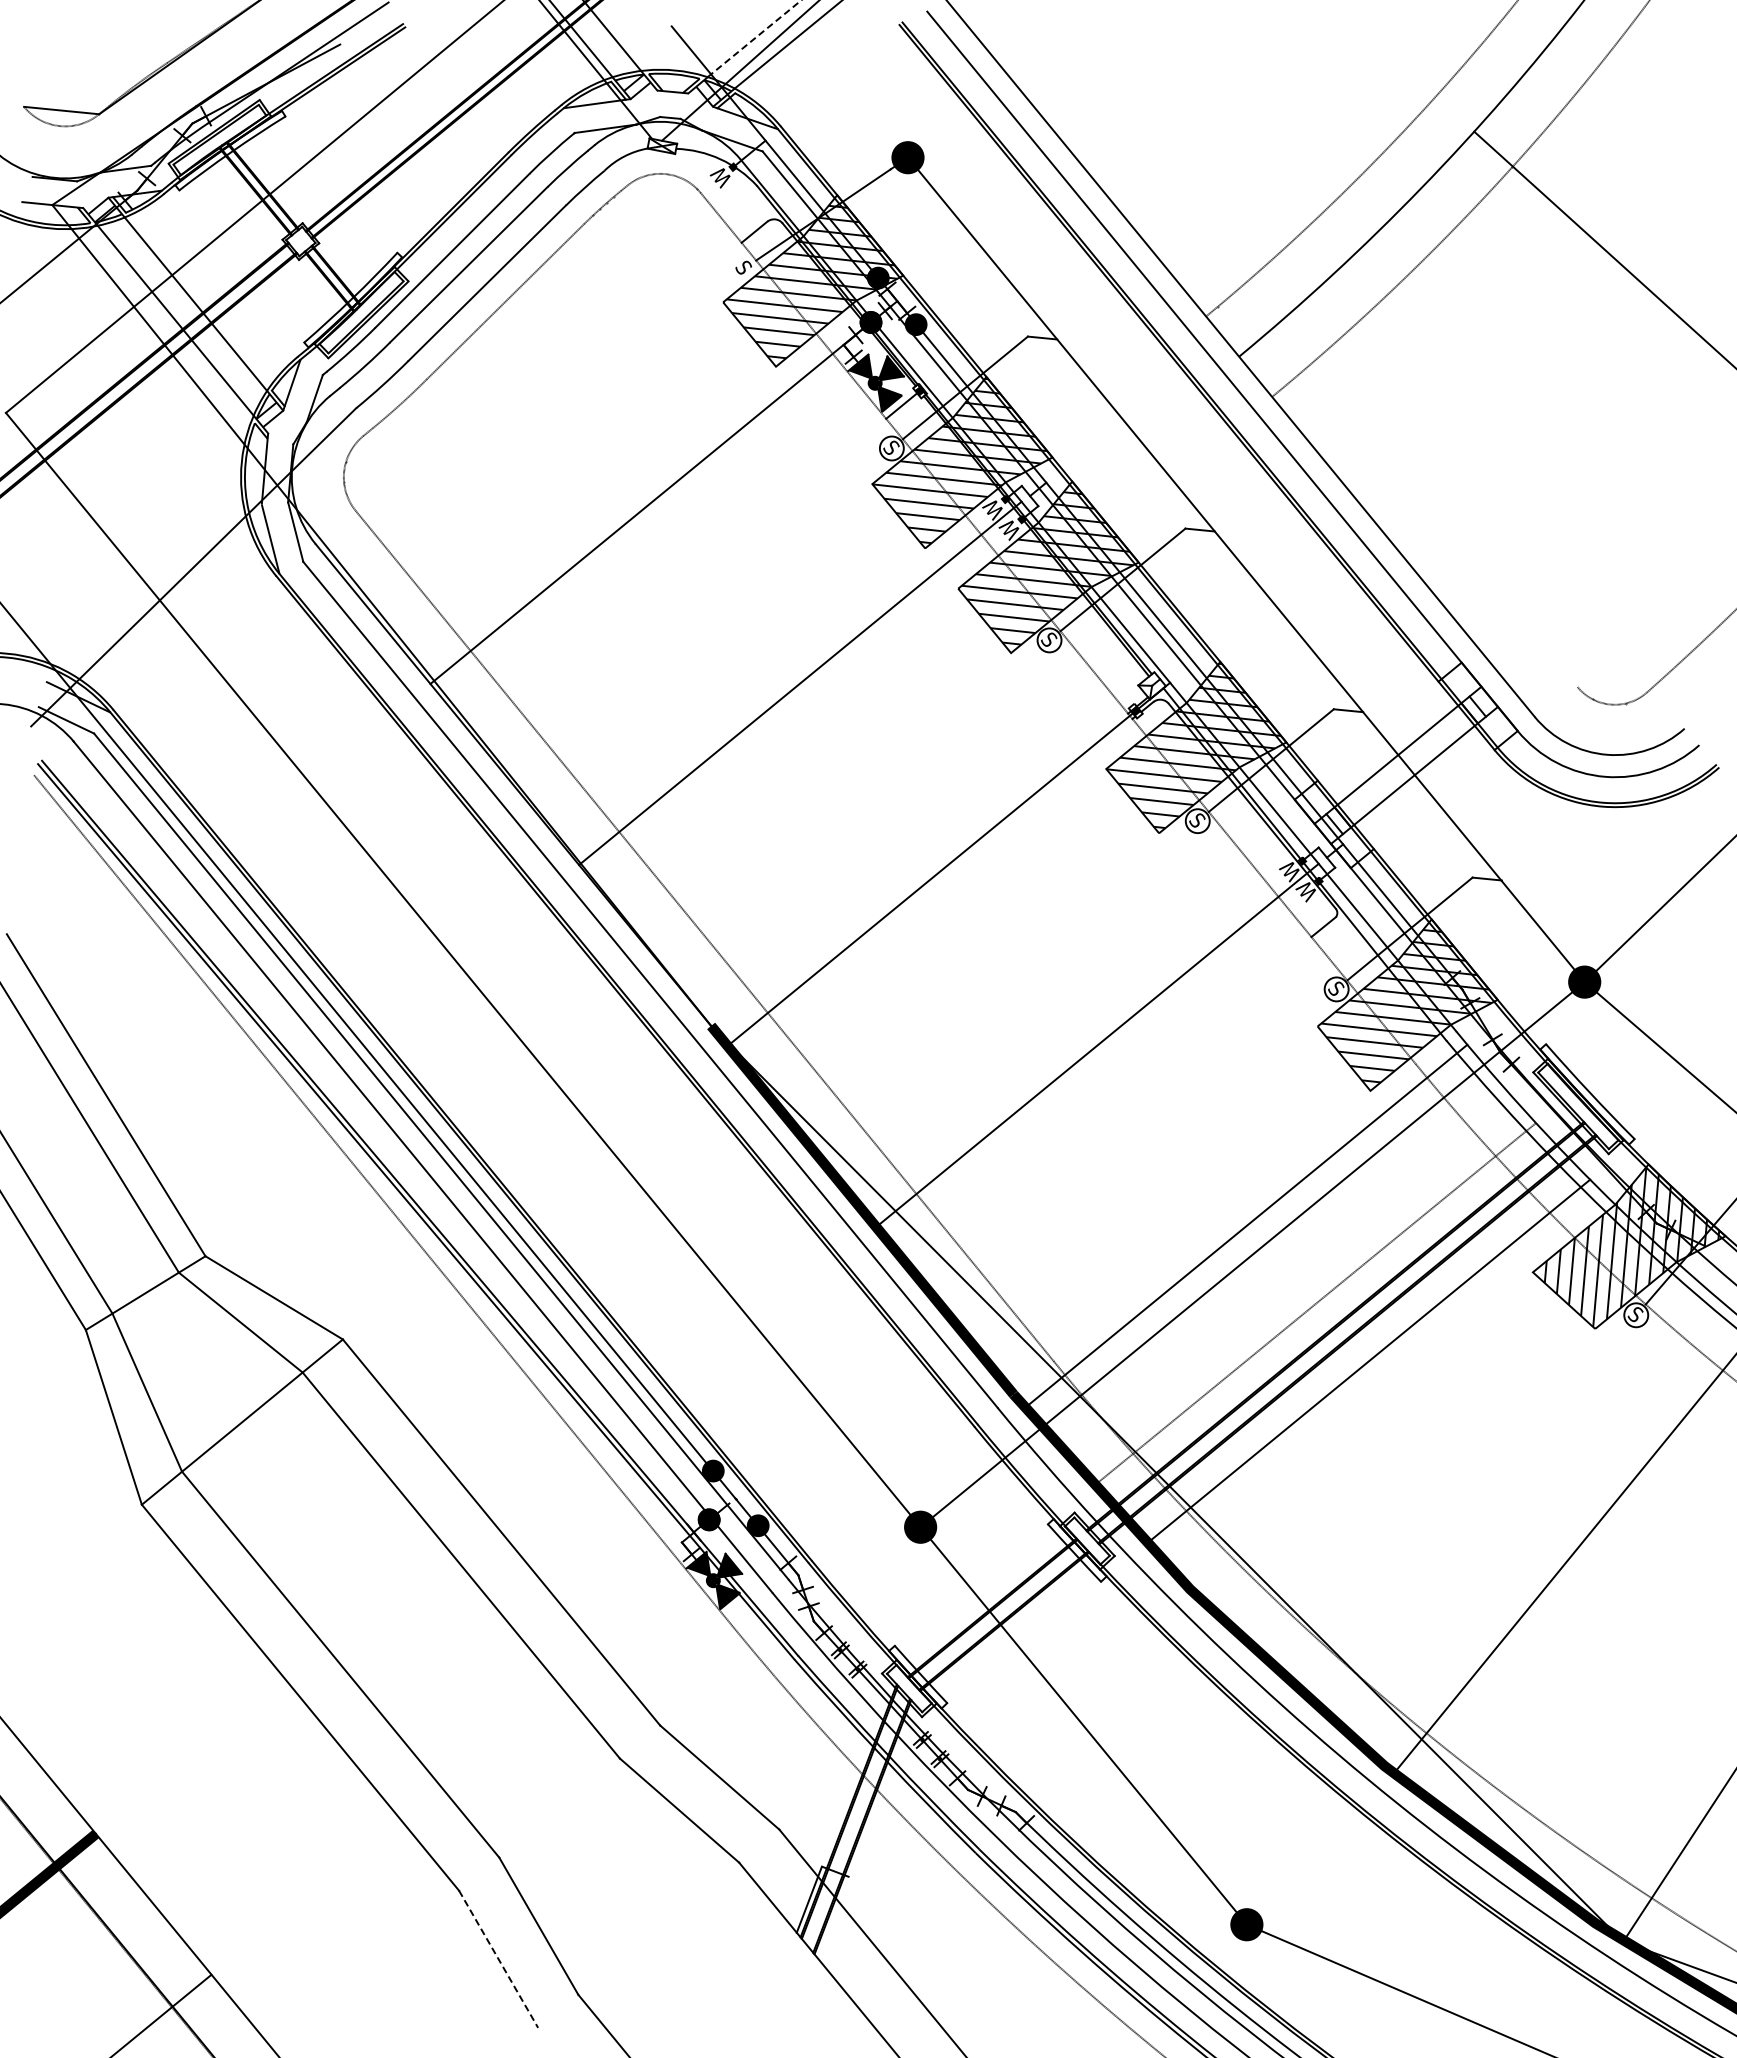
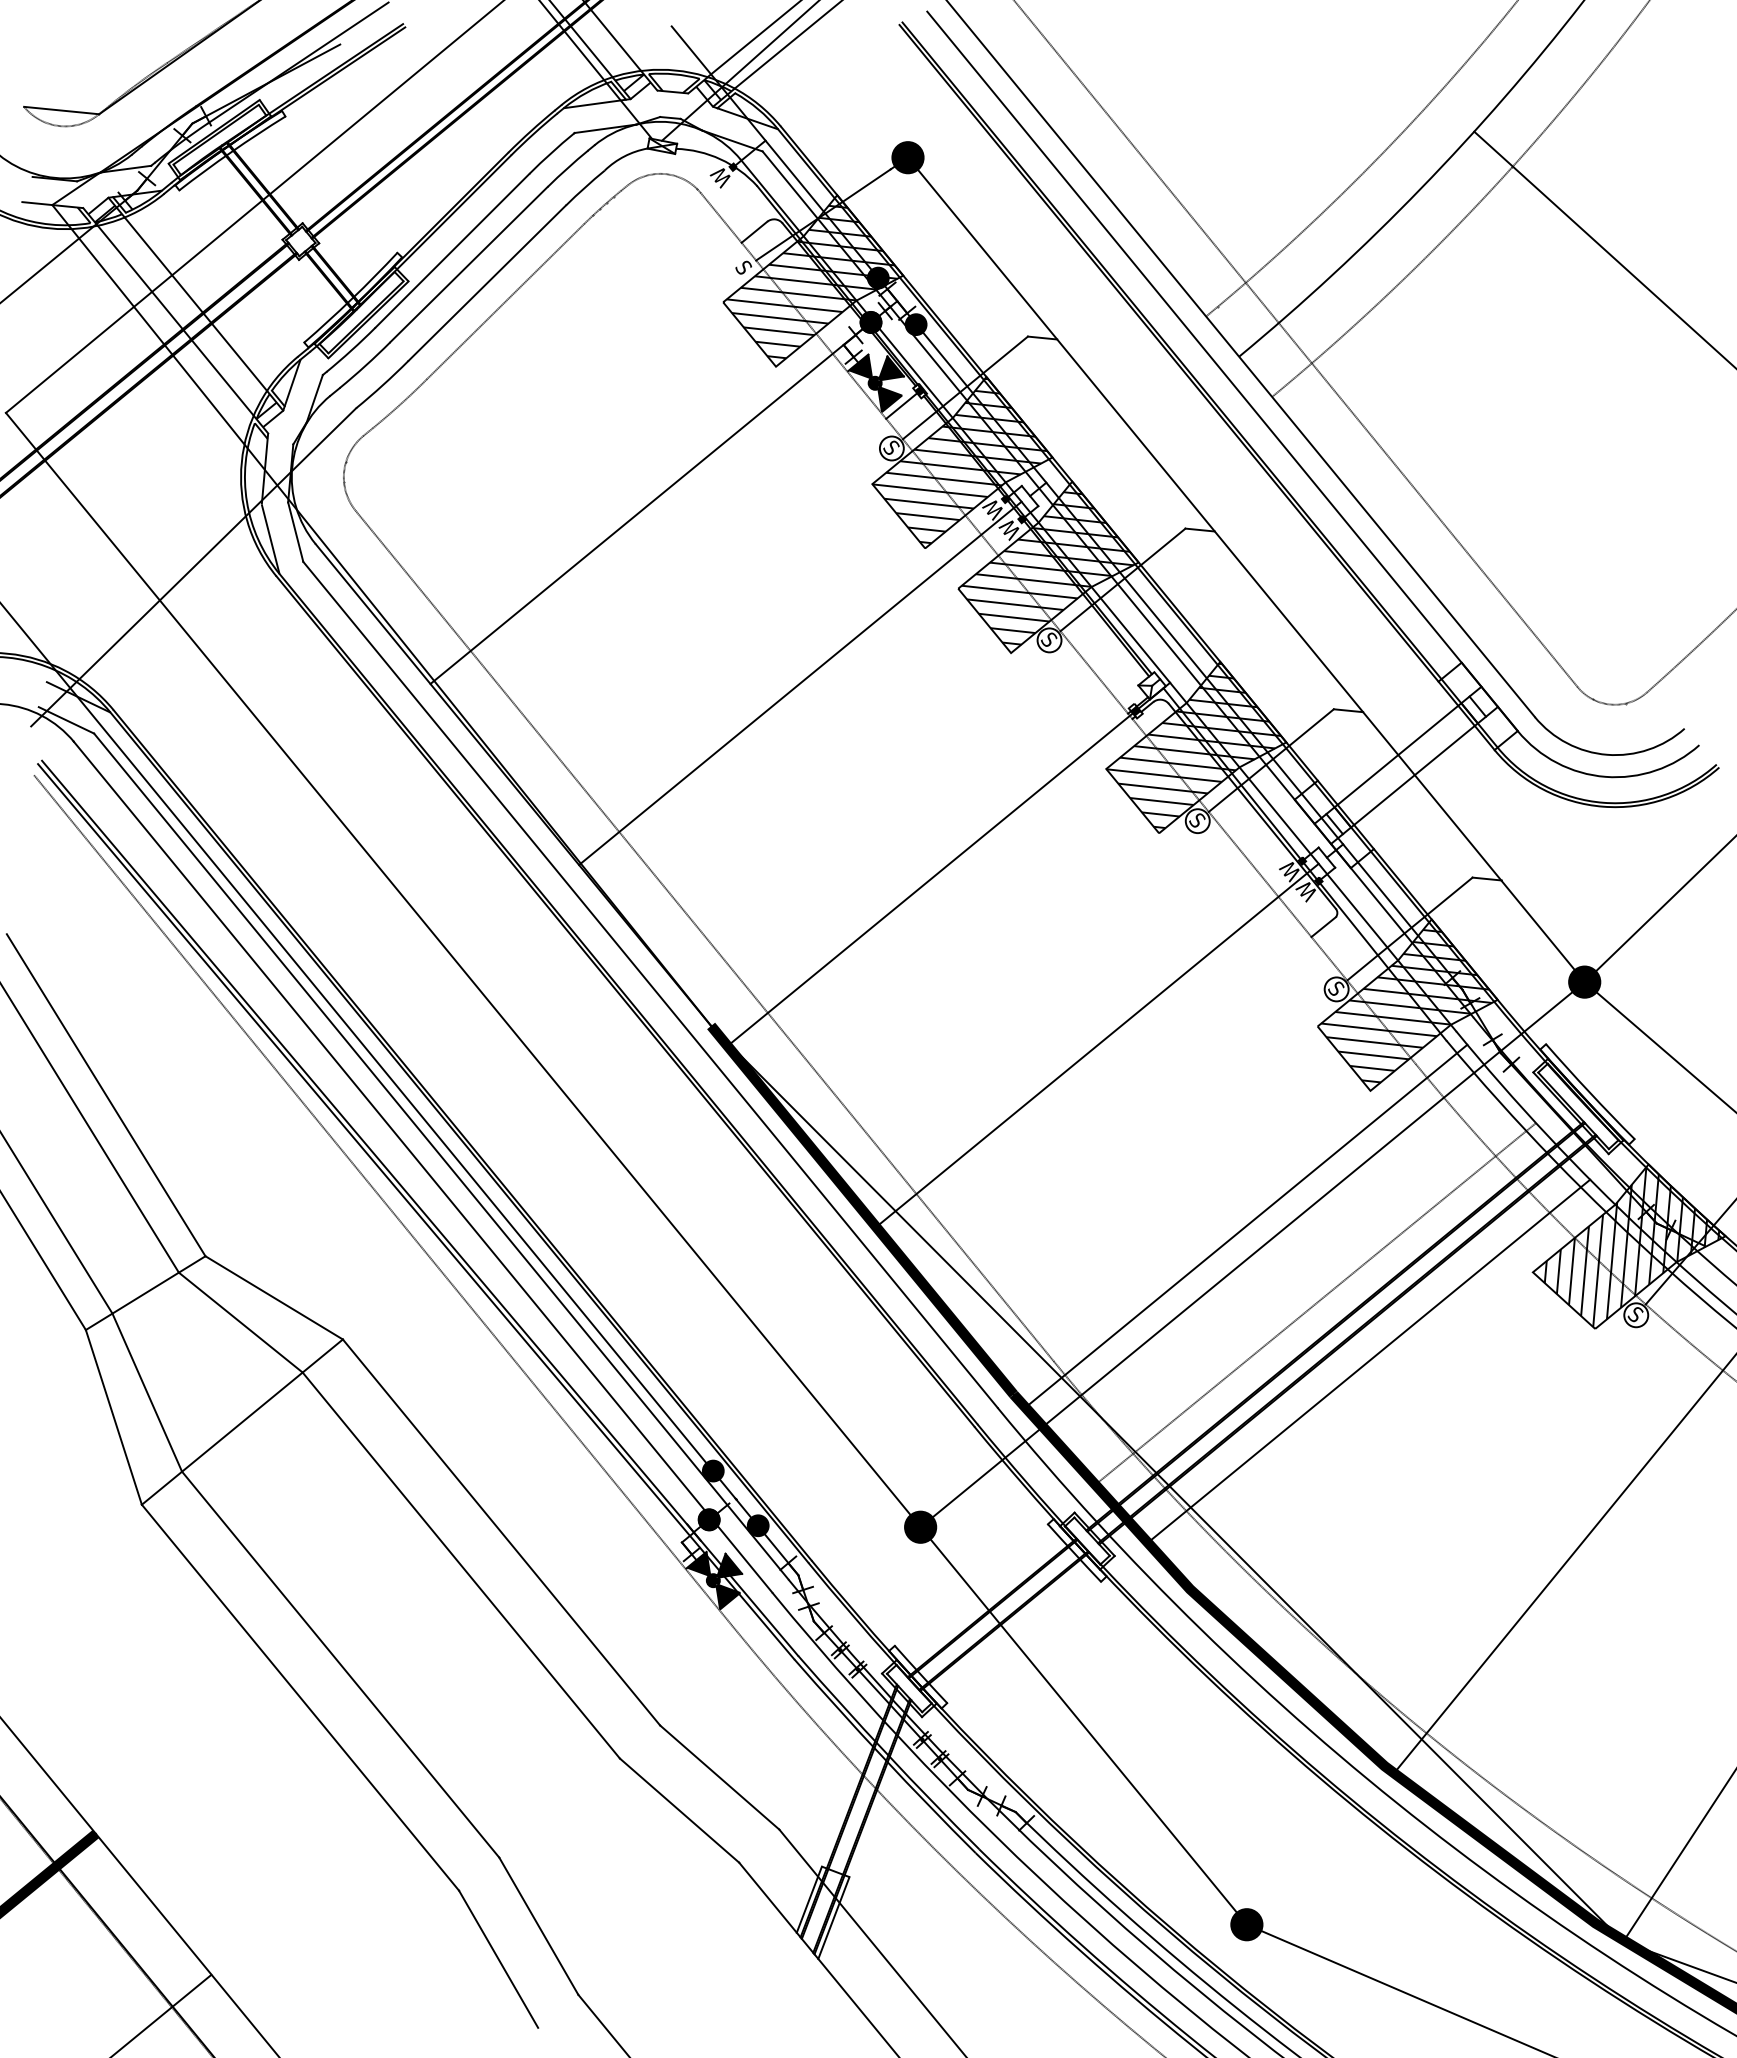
line at (754, 38): dashed -> solid
line at (1296, 344): none -> present
line at (833, 1917): none -> present
line at (498, 1959): dashed -> solid
